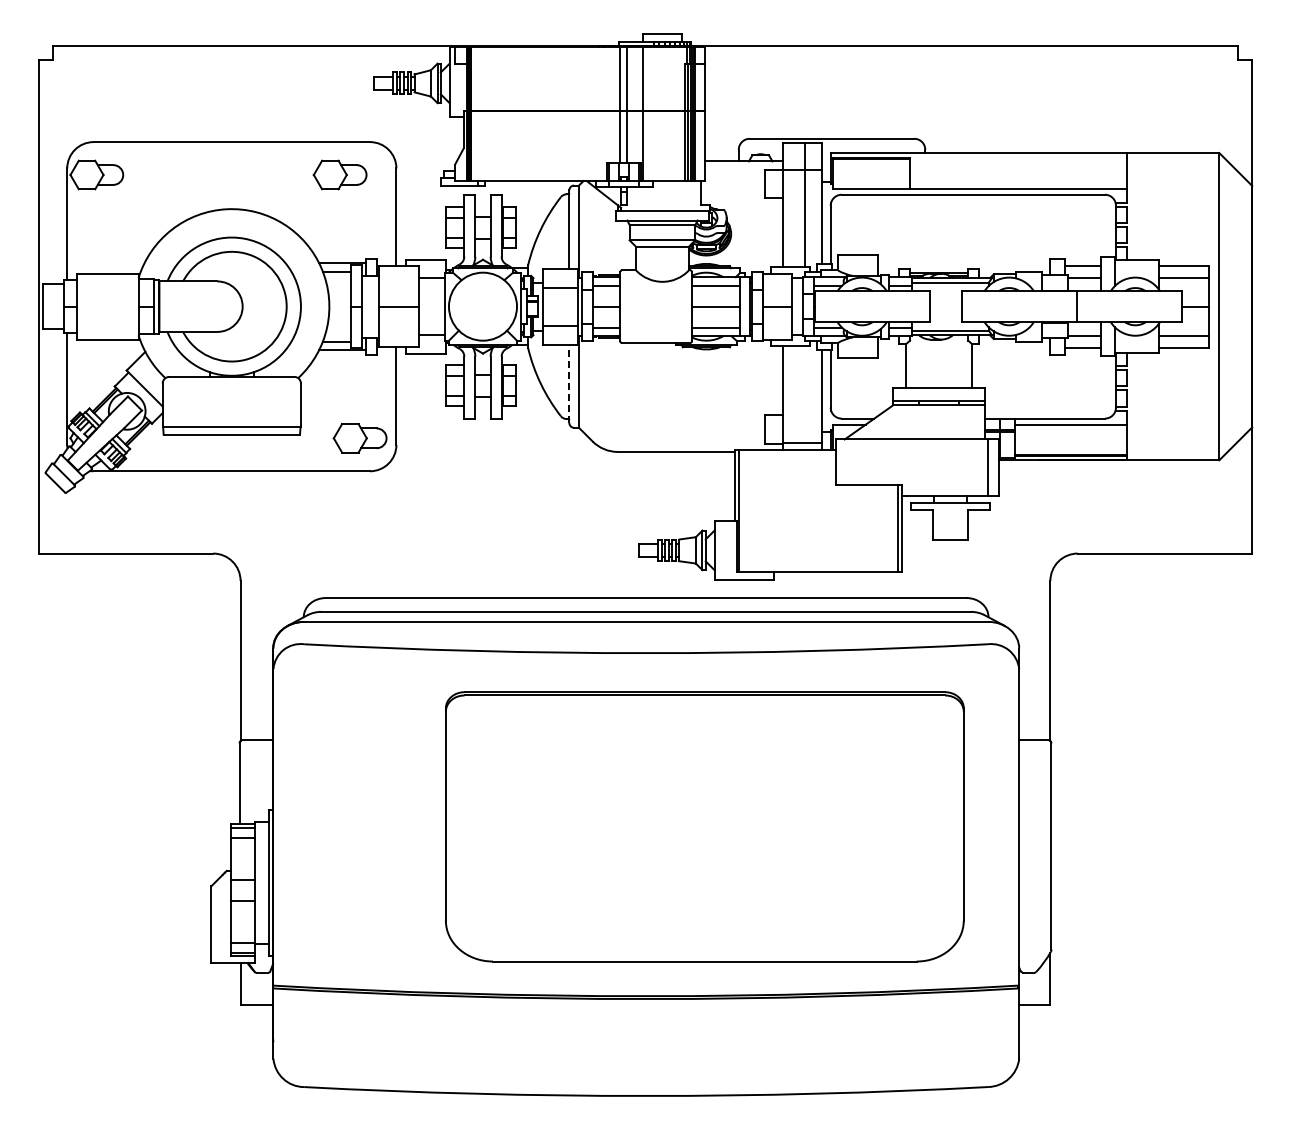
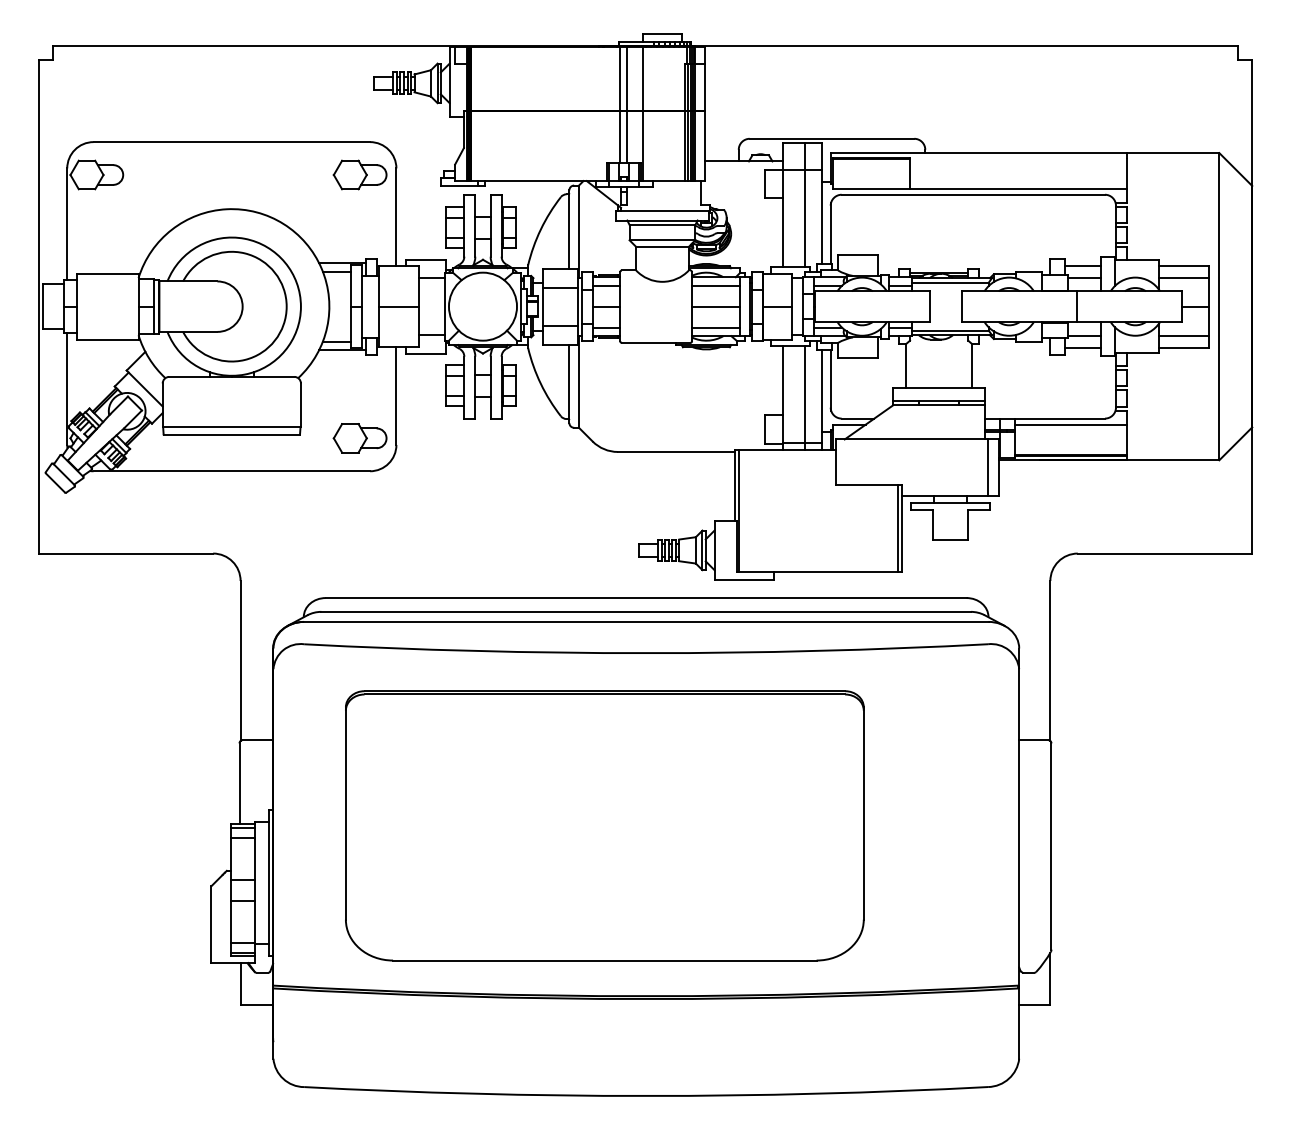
part at (339, 174) position: (339, 174) -> (359, 174)
line at (569, 383): dashed -> solid
line at (804, 398): none -> present
part at (704, 826) position: (704, 826) -> (604, 825)
